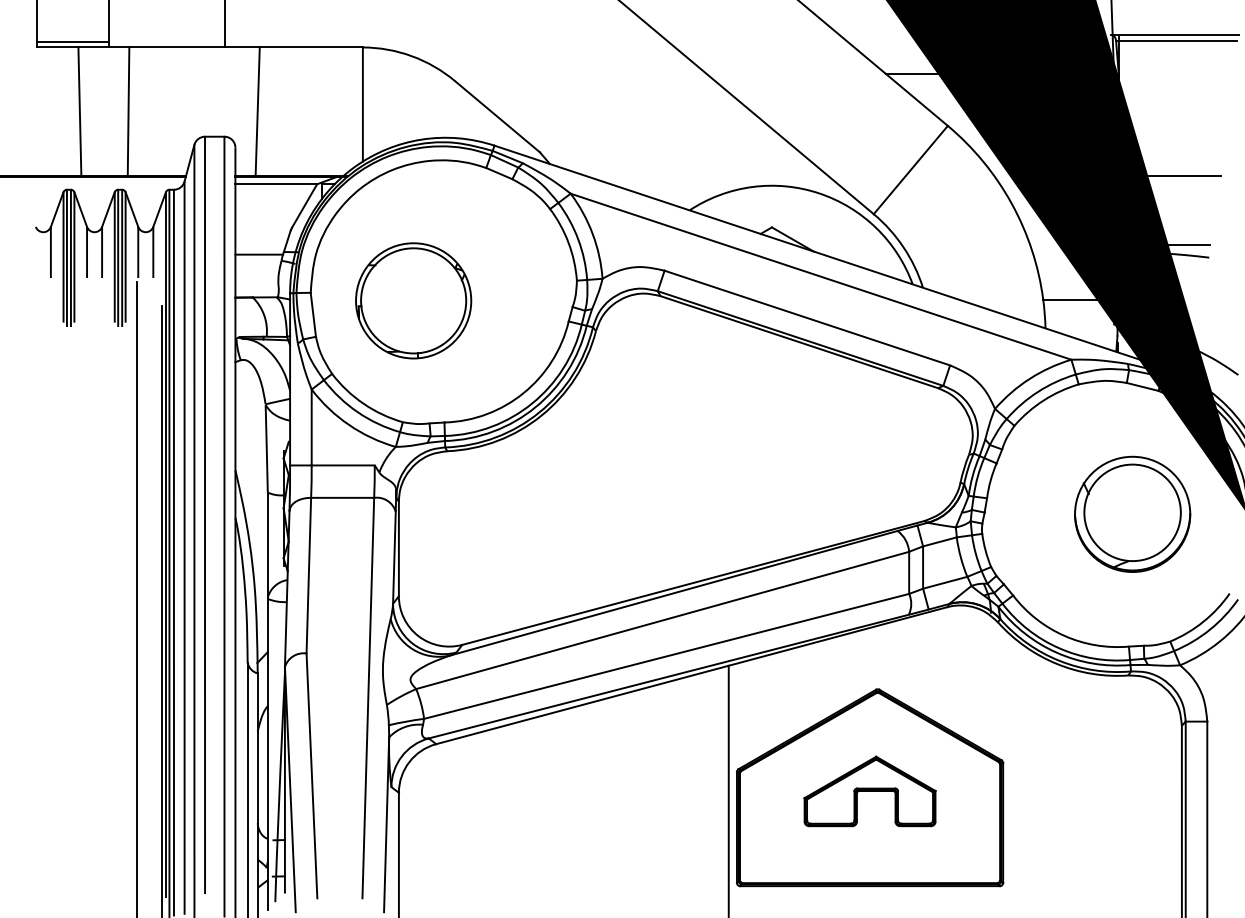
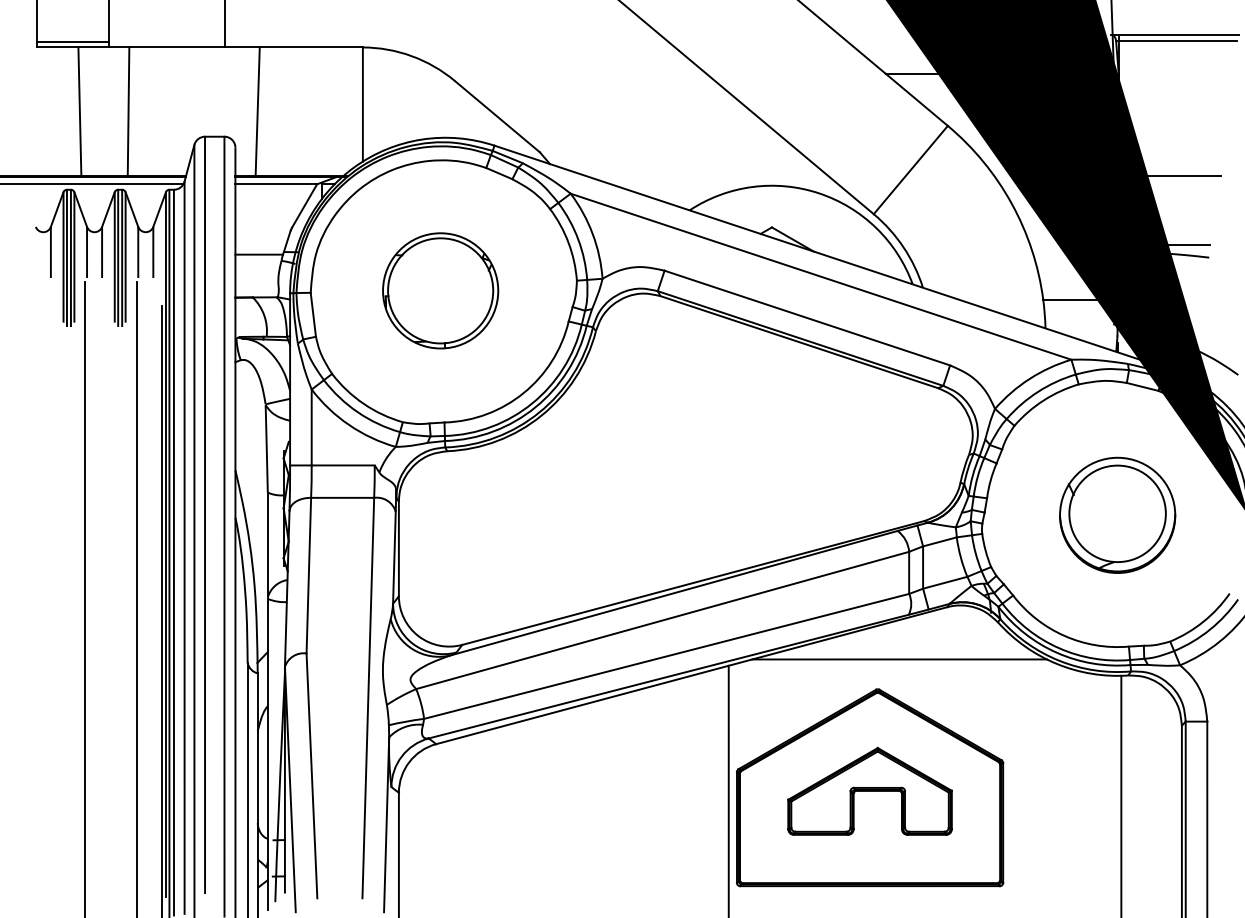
line at (92, 184): none -> present
part at (413, 300) position: (413, 300) -> (440, 290)
part at (1132, 513) position: (1132, 513) -> (1117, 514)
line at (85, 597): none -> present
line at (899, 659): none -> present
part at (869, 791) size: 134x73 px -> 166x89 px
line at (1121, 794): none -> present
